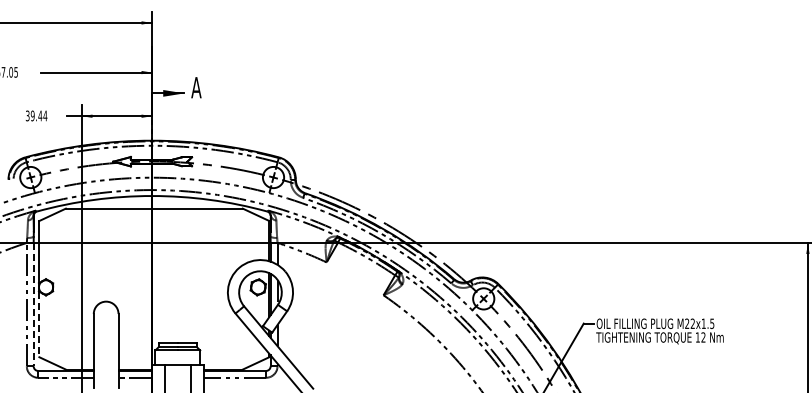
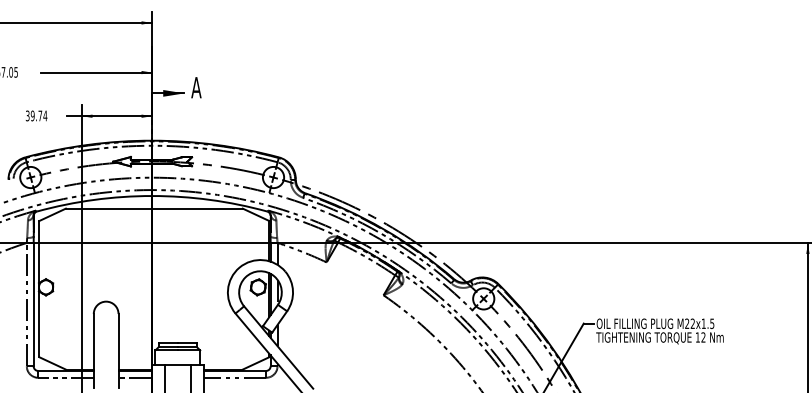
text at (40, 115): 39.44 -> 39.74
line at (33, 304): dashed -> solid
line at (39, 324): dashed -> solid
